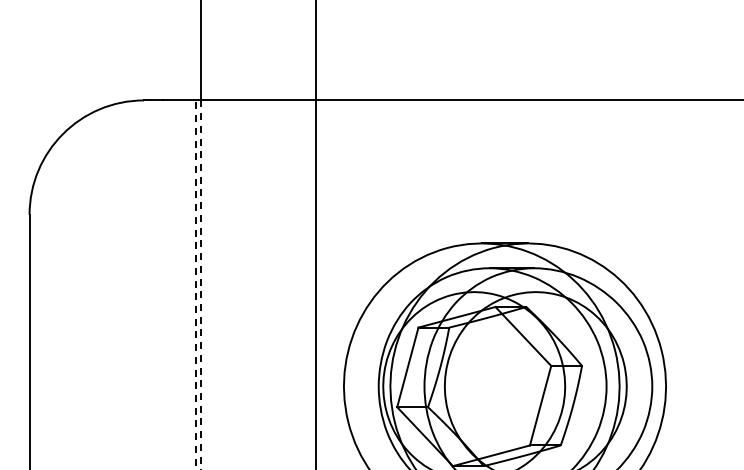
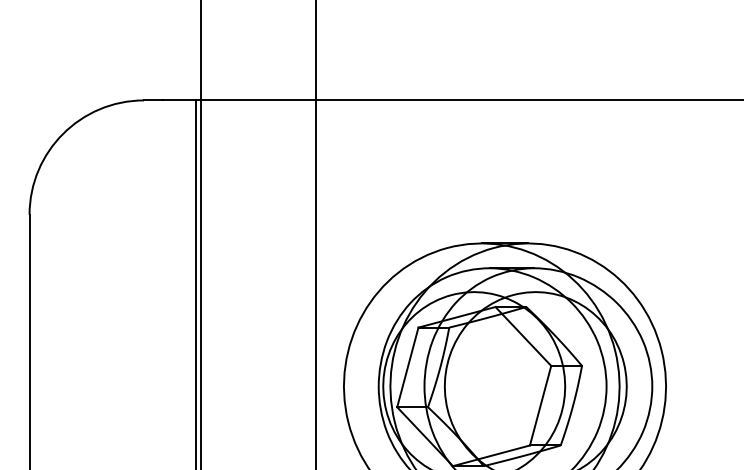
line at (195, 284): dashed -> solid
line at (201, 285): dashed -> solid
